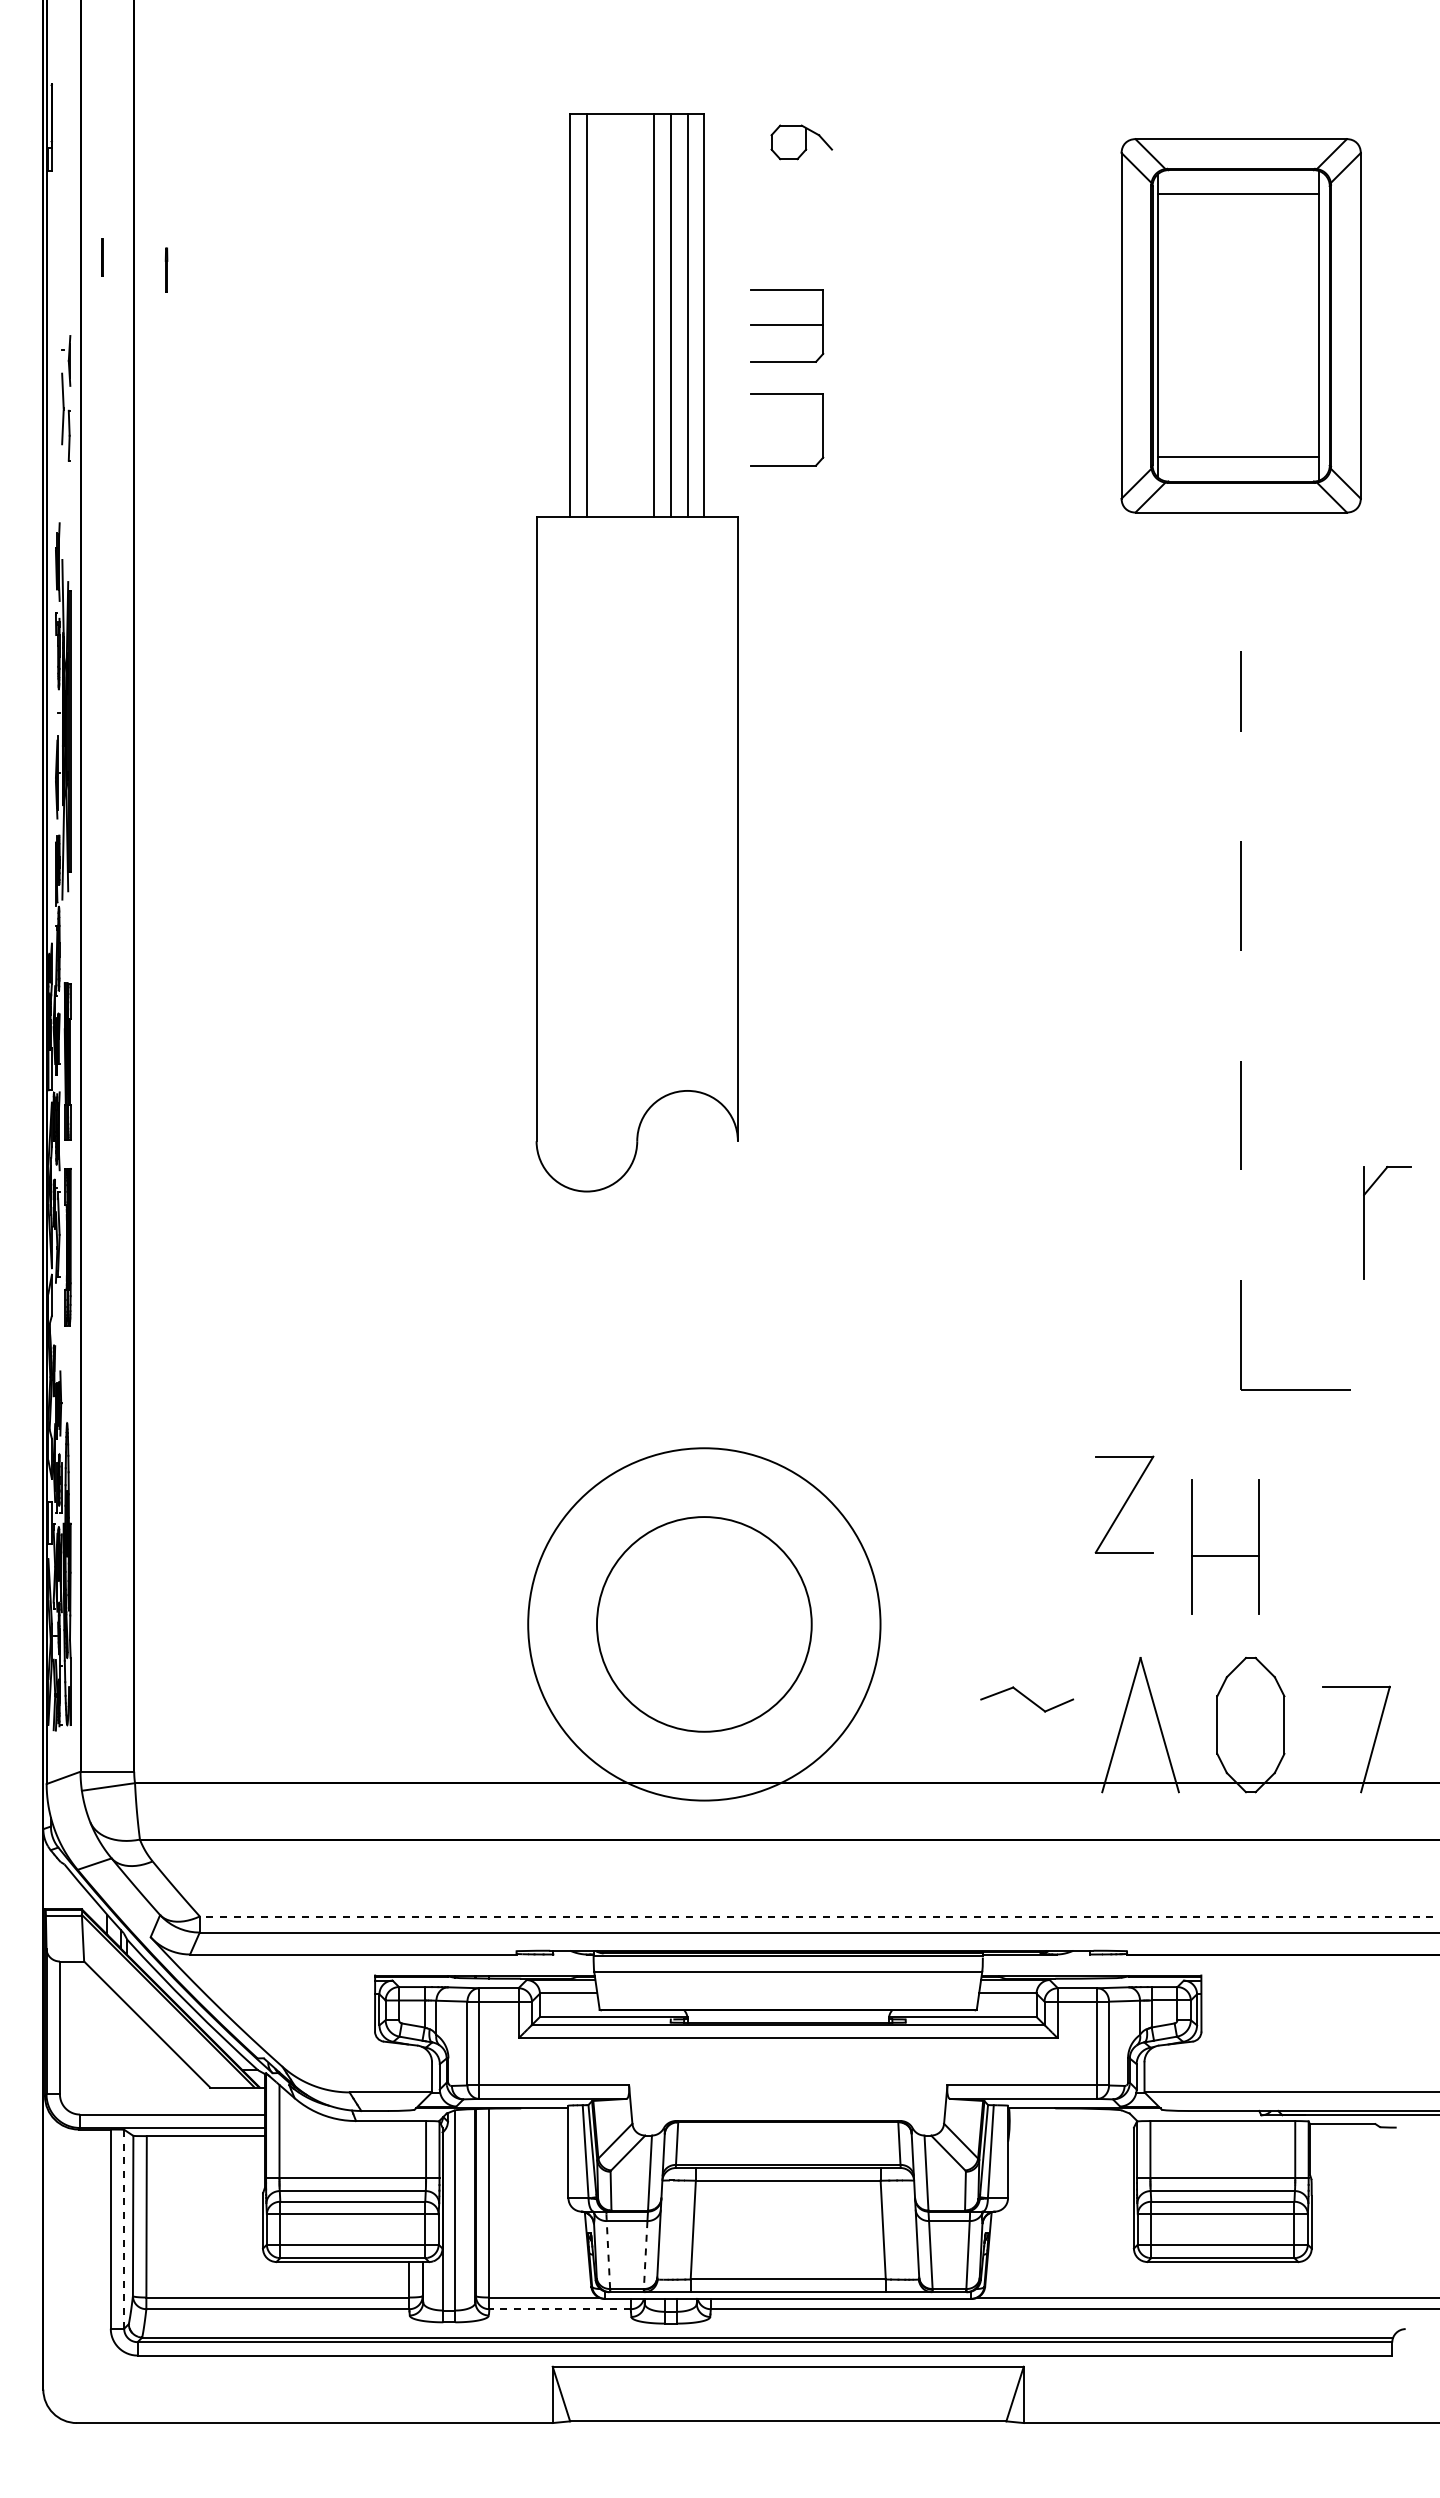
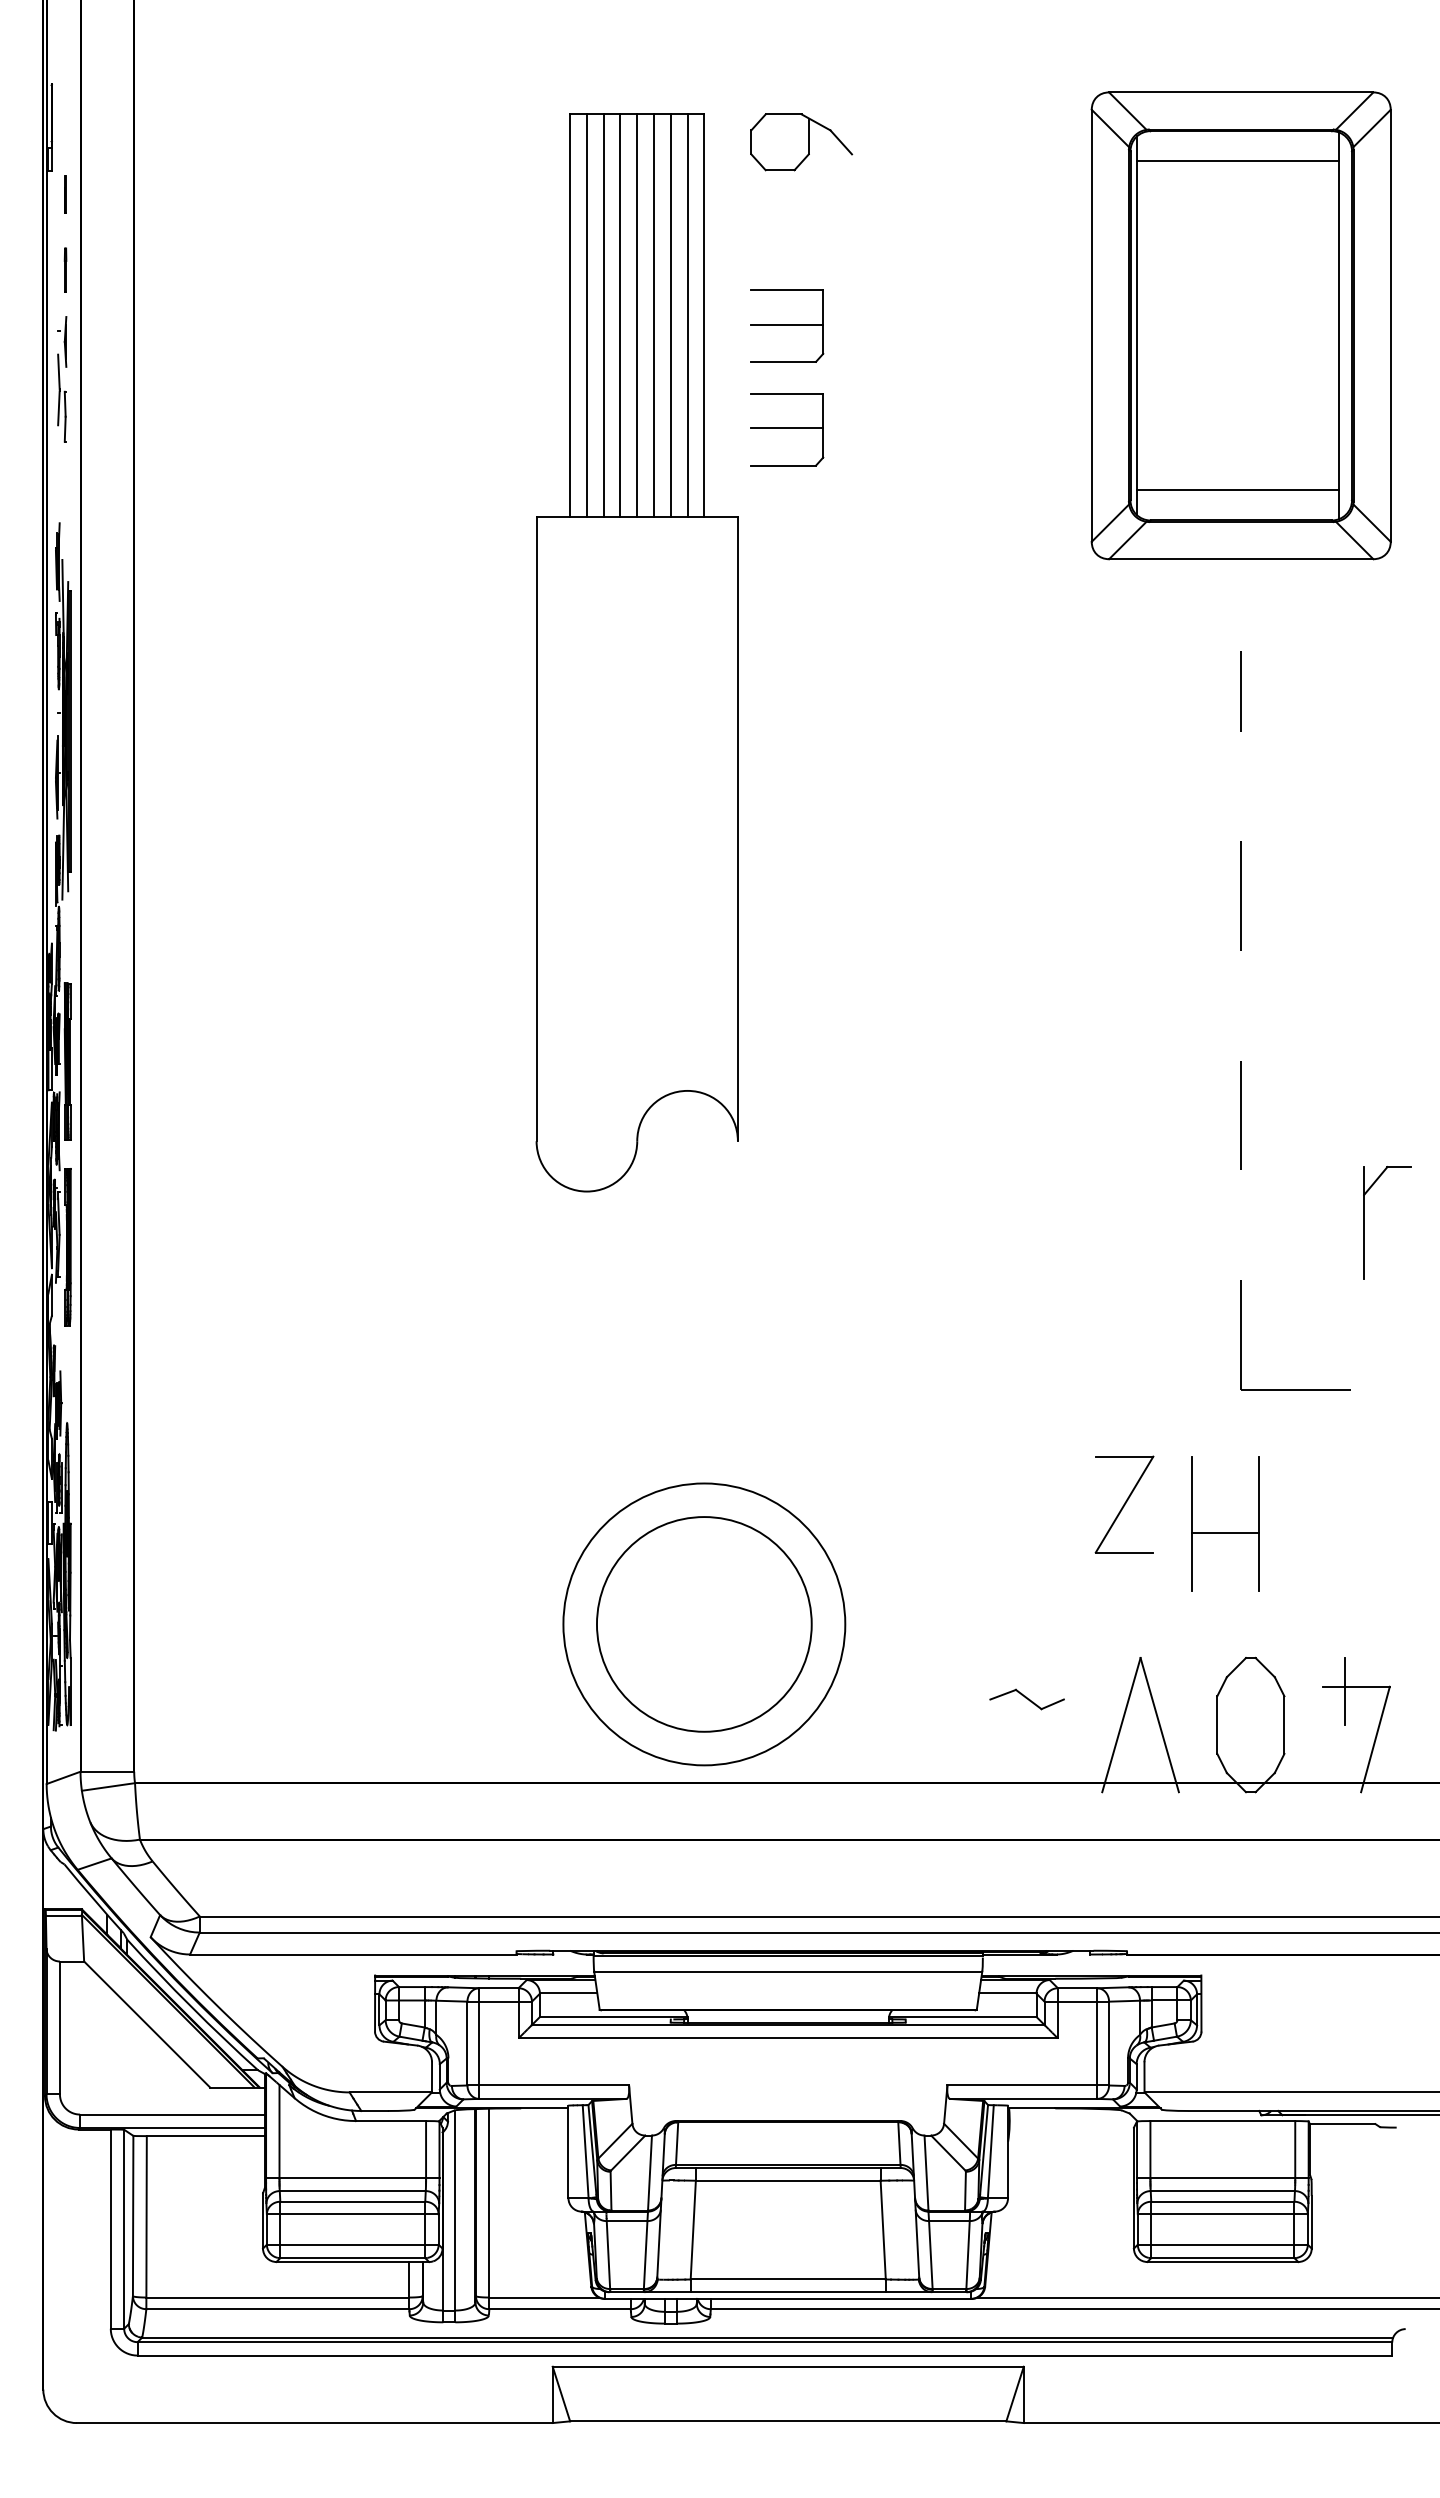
part at (801, 142) size: 64x37 px -> 104x59 px
line at (102, 257) position: (102, 257) -> (65, 194)
line at (166, 269) position: (166, 269) -> (65, 269)
line at (603, 315): none -> present
line at (620, 315): none -> present
line at (637, 315): none -> present
part at (1240, 325) size: 242x376 px -> 302x470 px
part at (66, 398) position: (66, 398) -> (62, 379)
line at (787, 428): none -> present
part at (1225, 1555) position: (1225, 1555) -> (1225, 1532)
circle at (704, 1624) diameter: 352 px -> 282 px
line at (1345, 1691): none -> present
part at (1027, 1699) size: 95x27 px -> 76x23 px
line at (819, 1916): dashed -> solid
line at (124, 2229): dashed -> solid
line at (608, 2253): dashed -> solid
line at (645, 2255): dashed -> solid
line at (560, 2309): dashed -> solid
